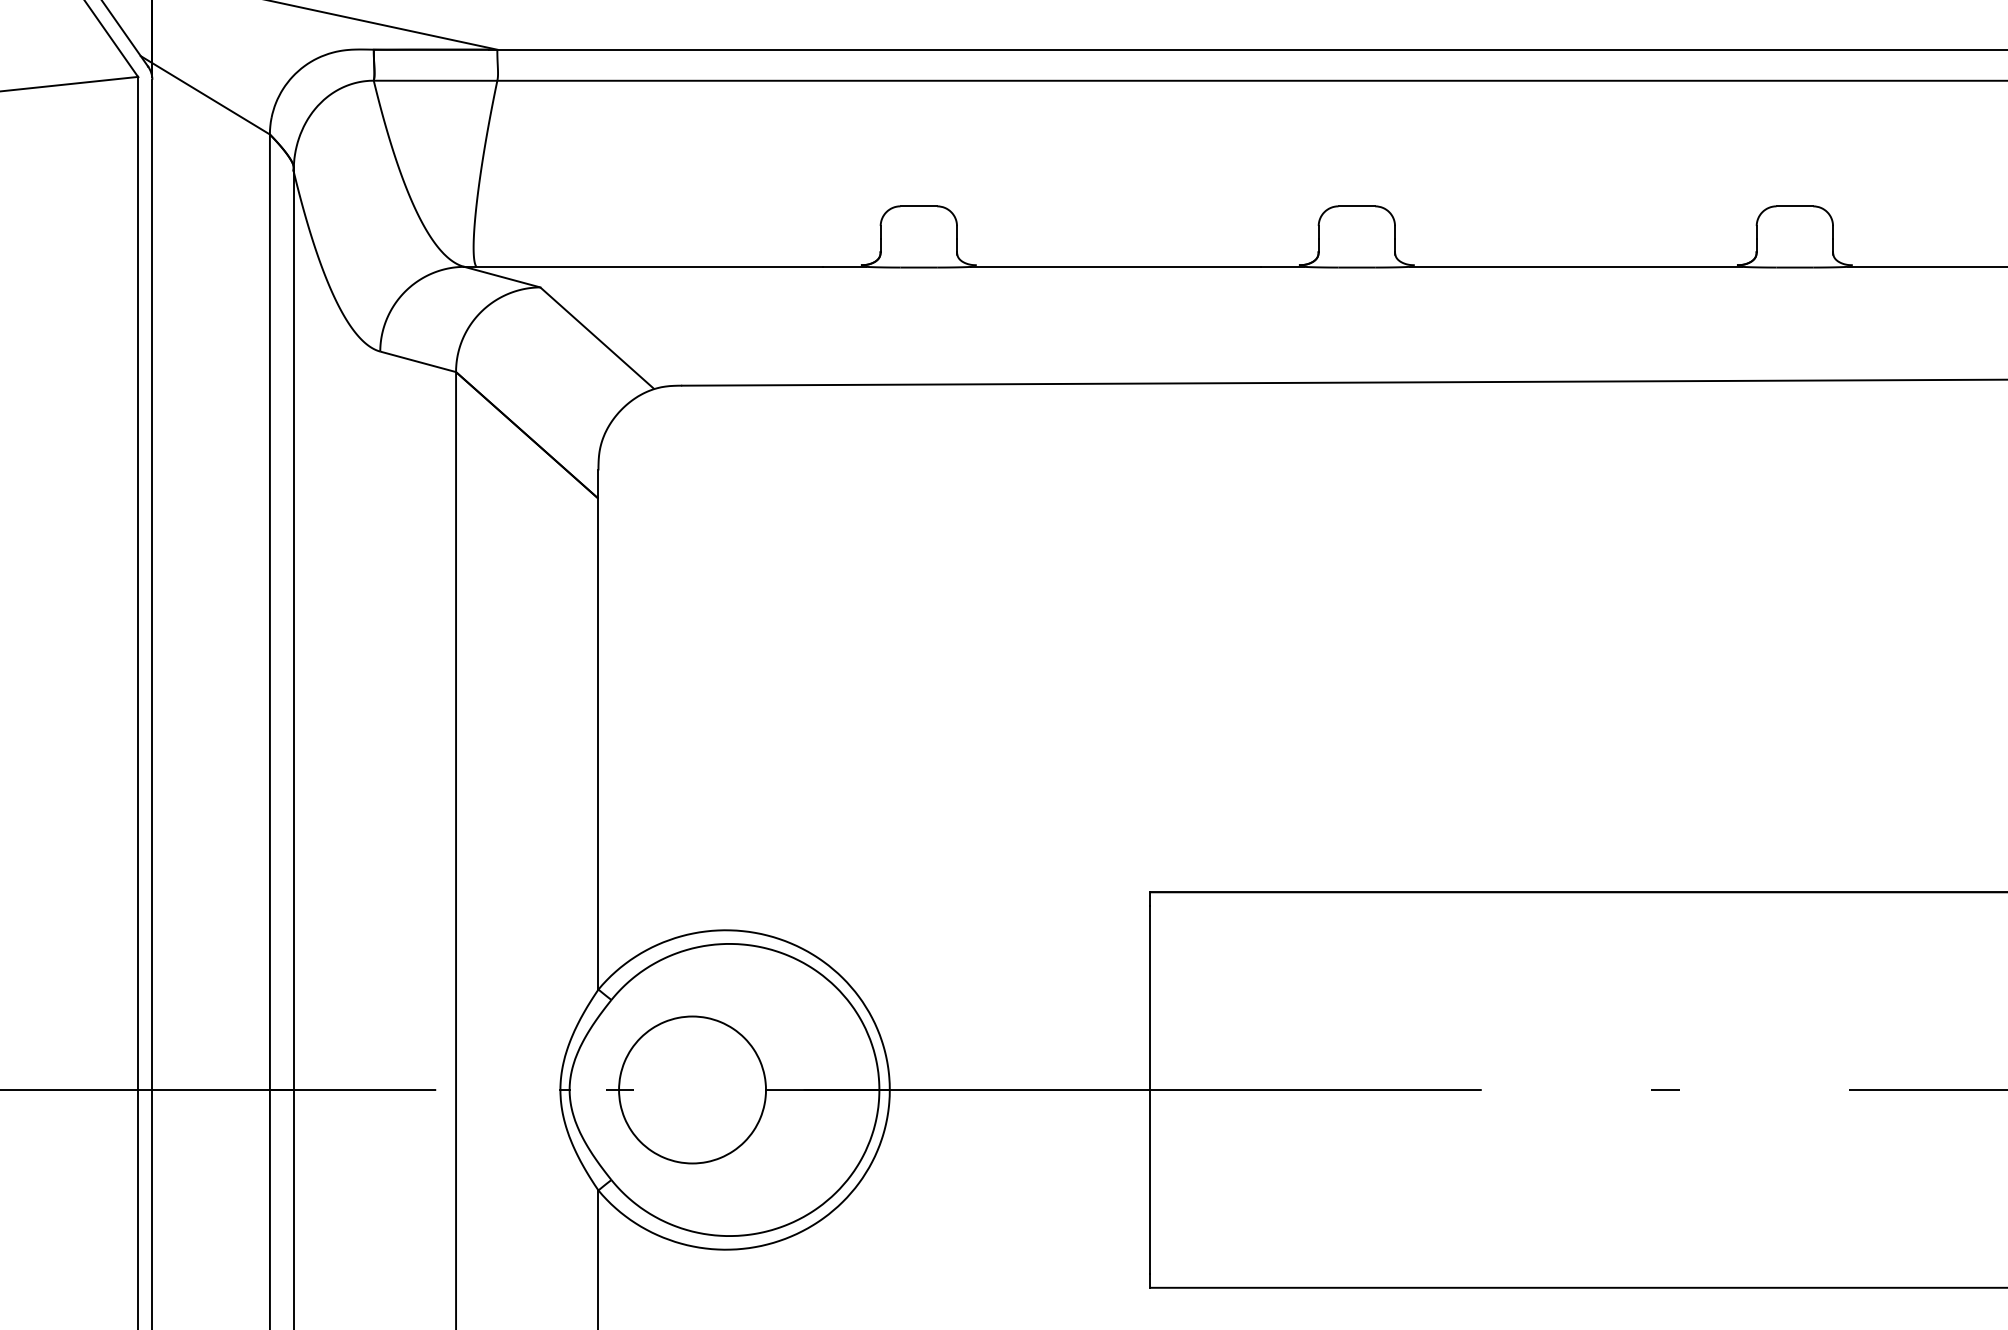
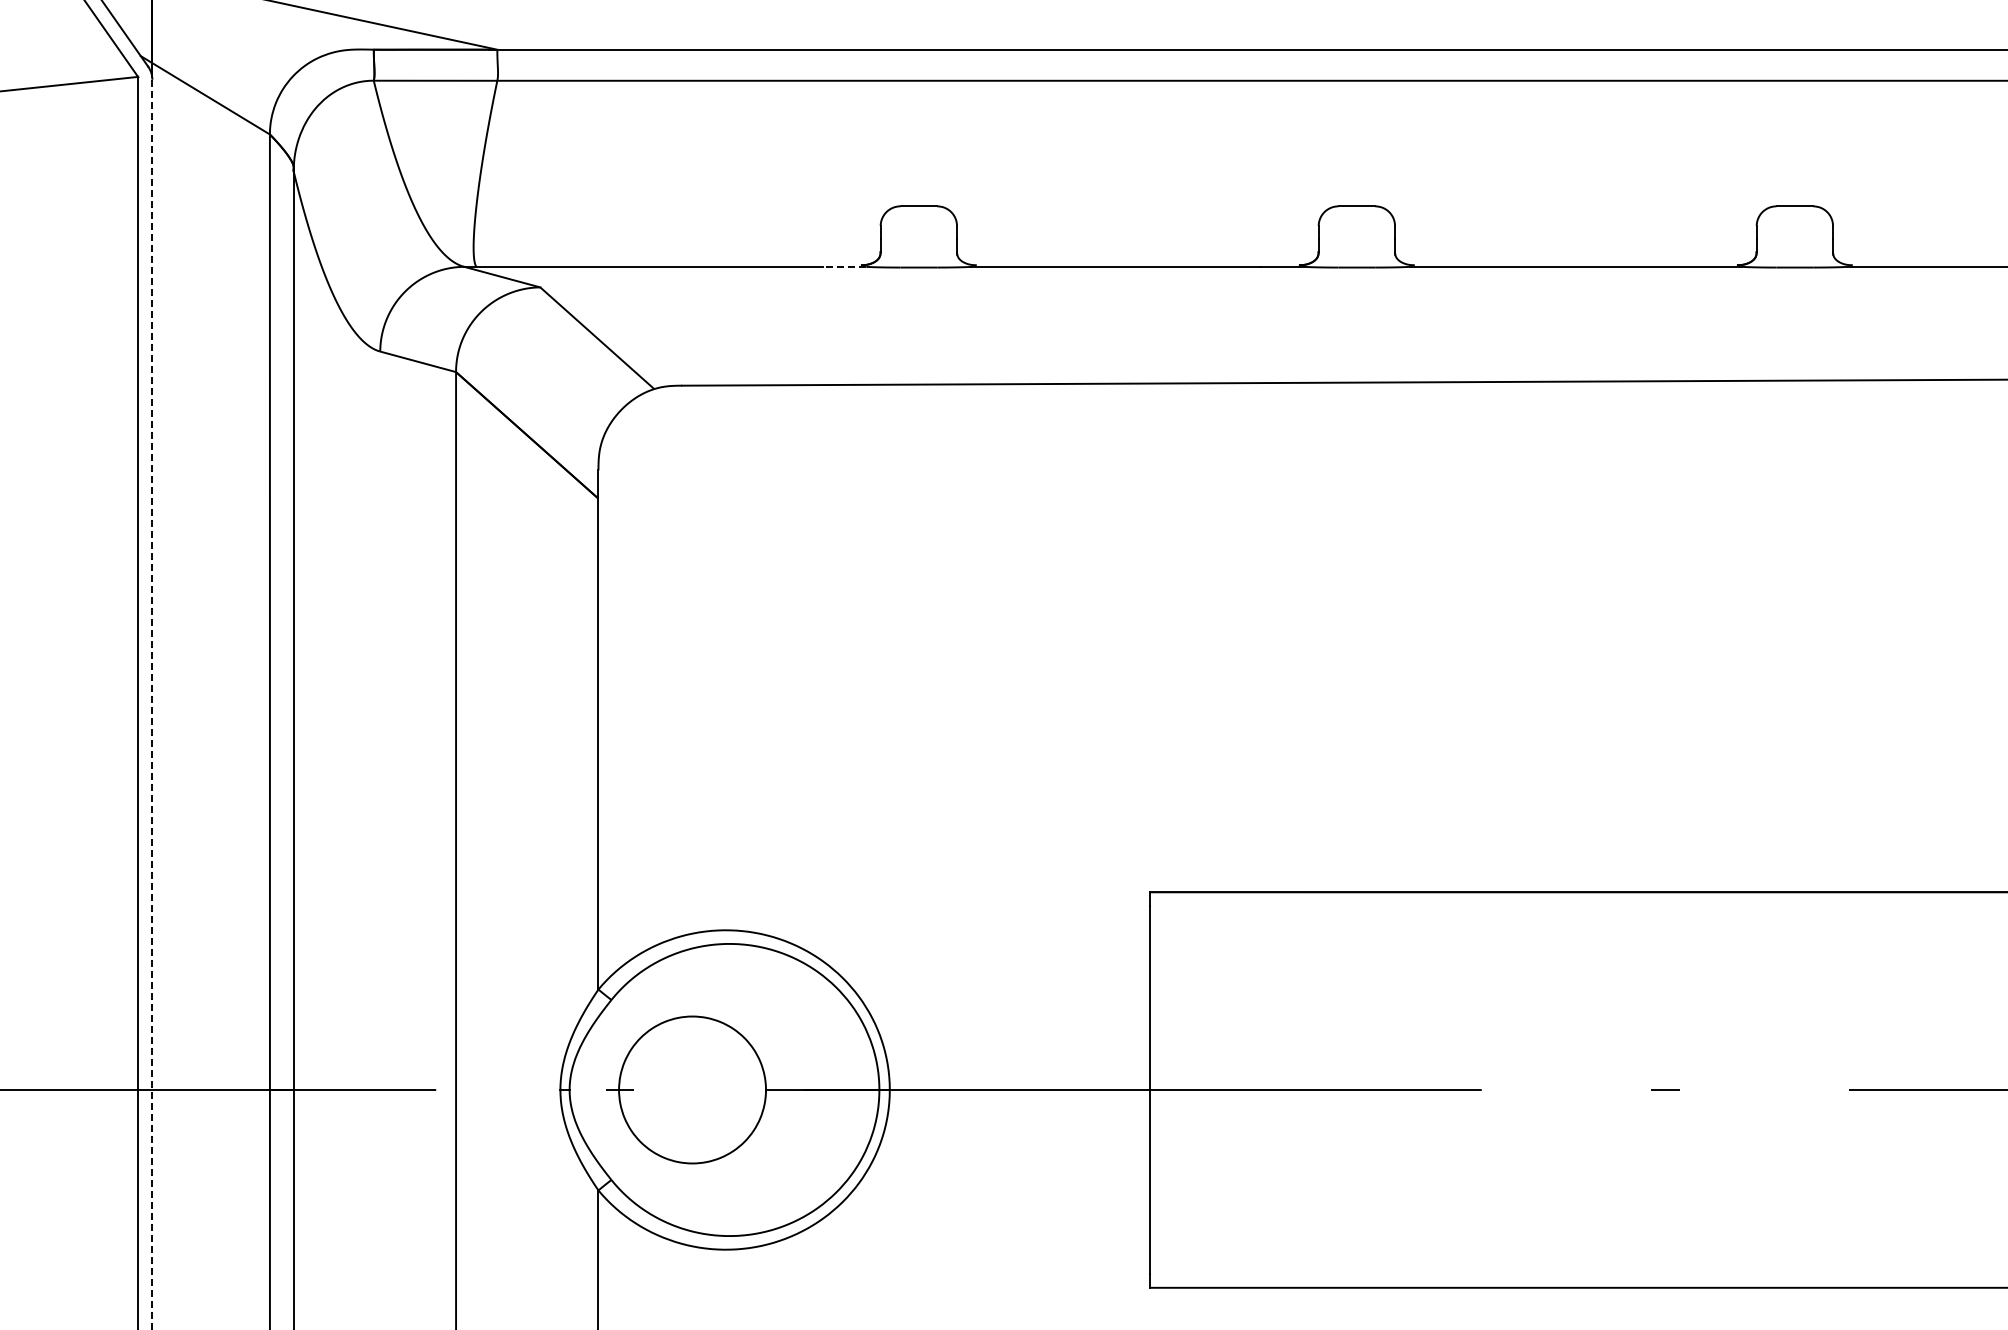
line at (844, 266): solid -> dashed
line at (152, 704): solid -> dashed
